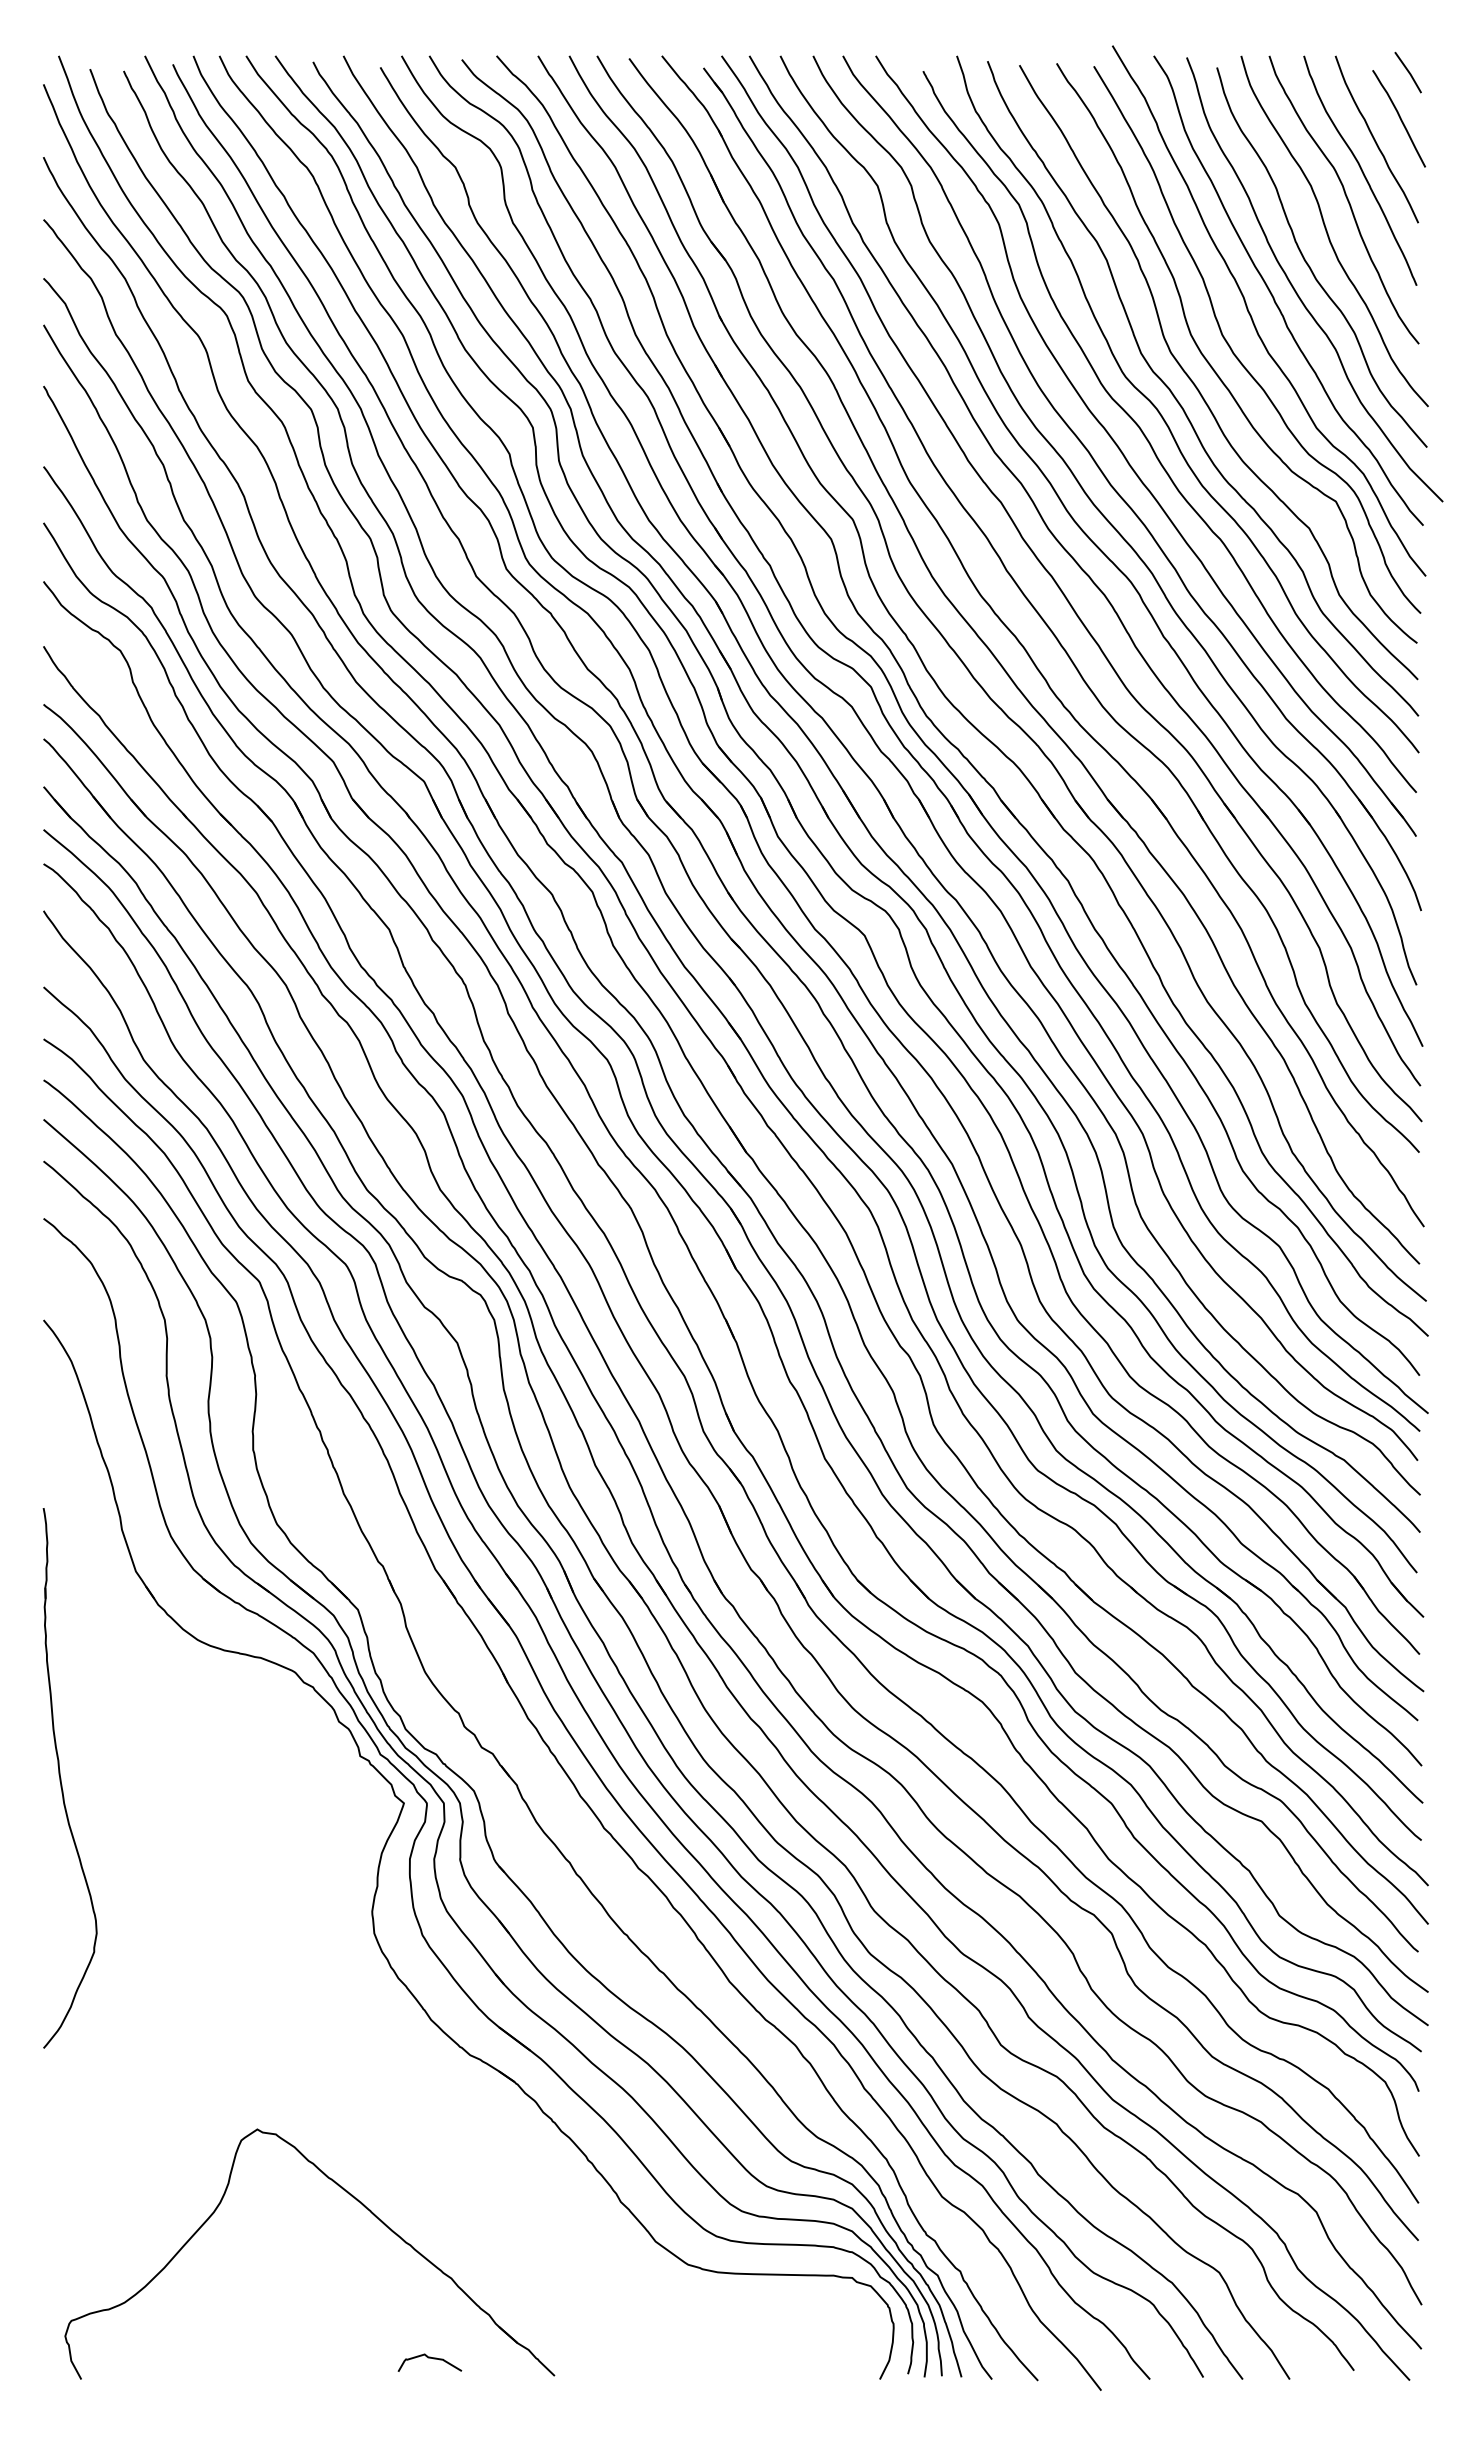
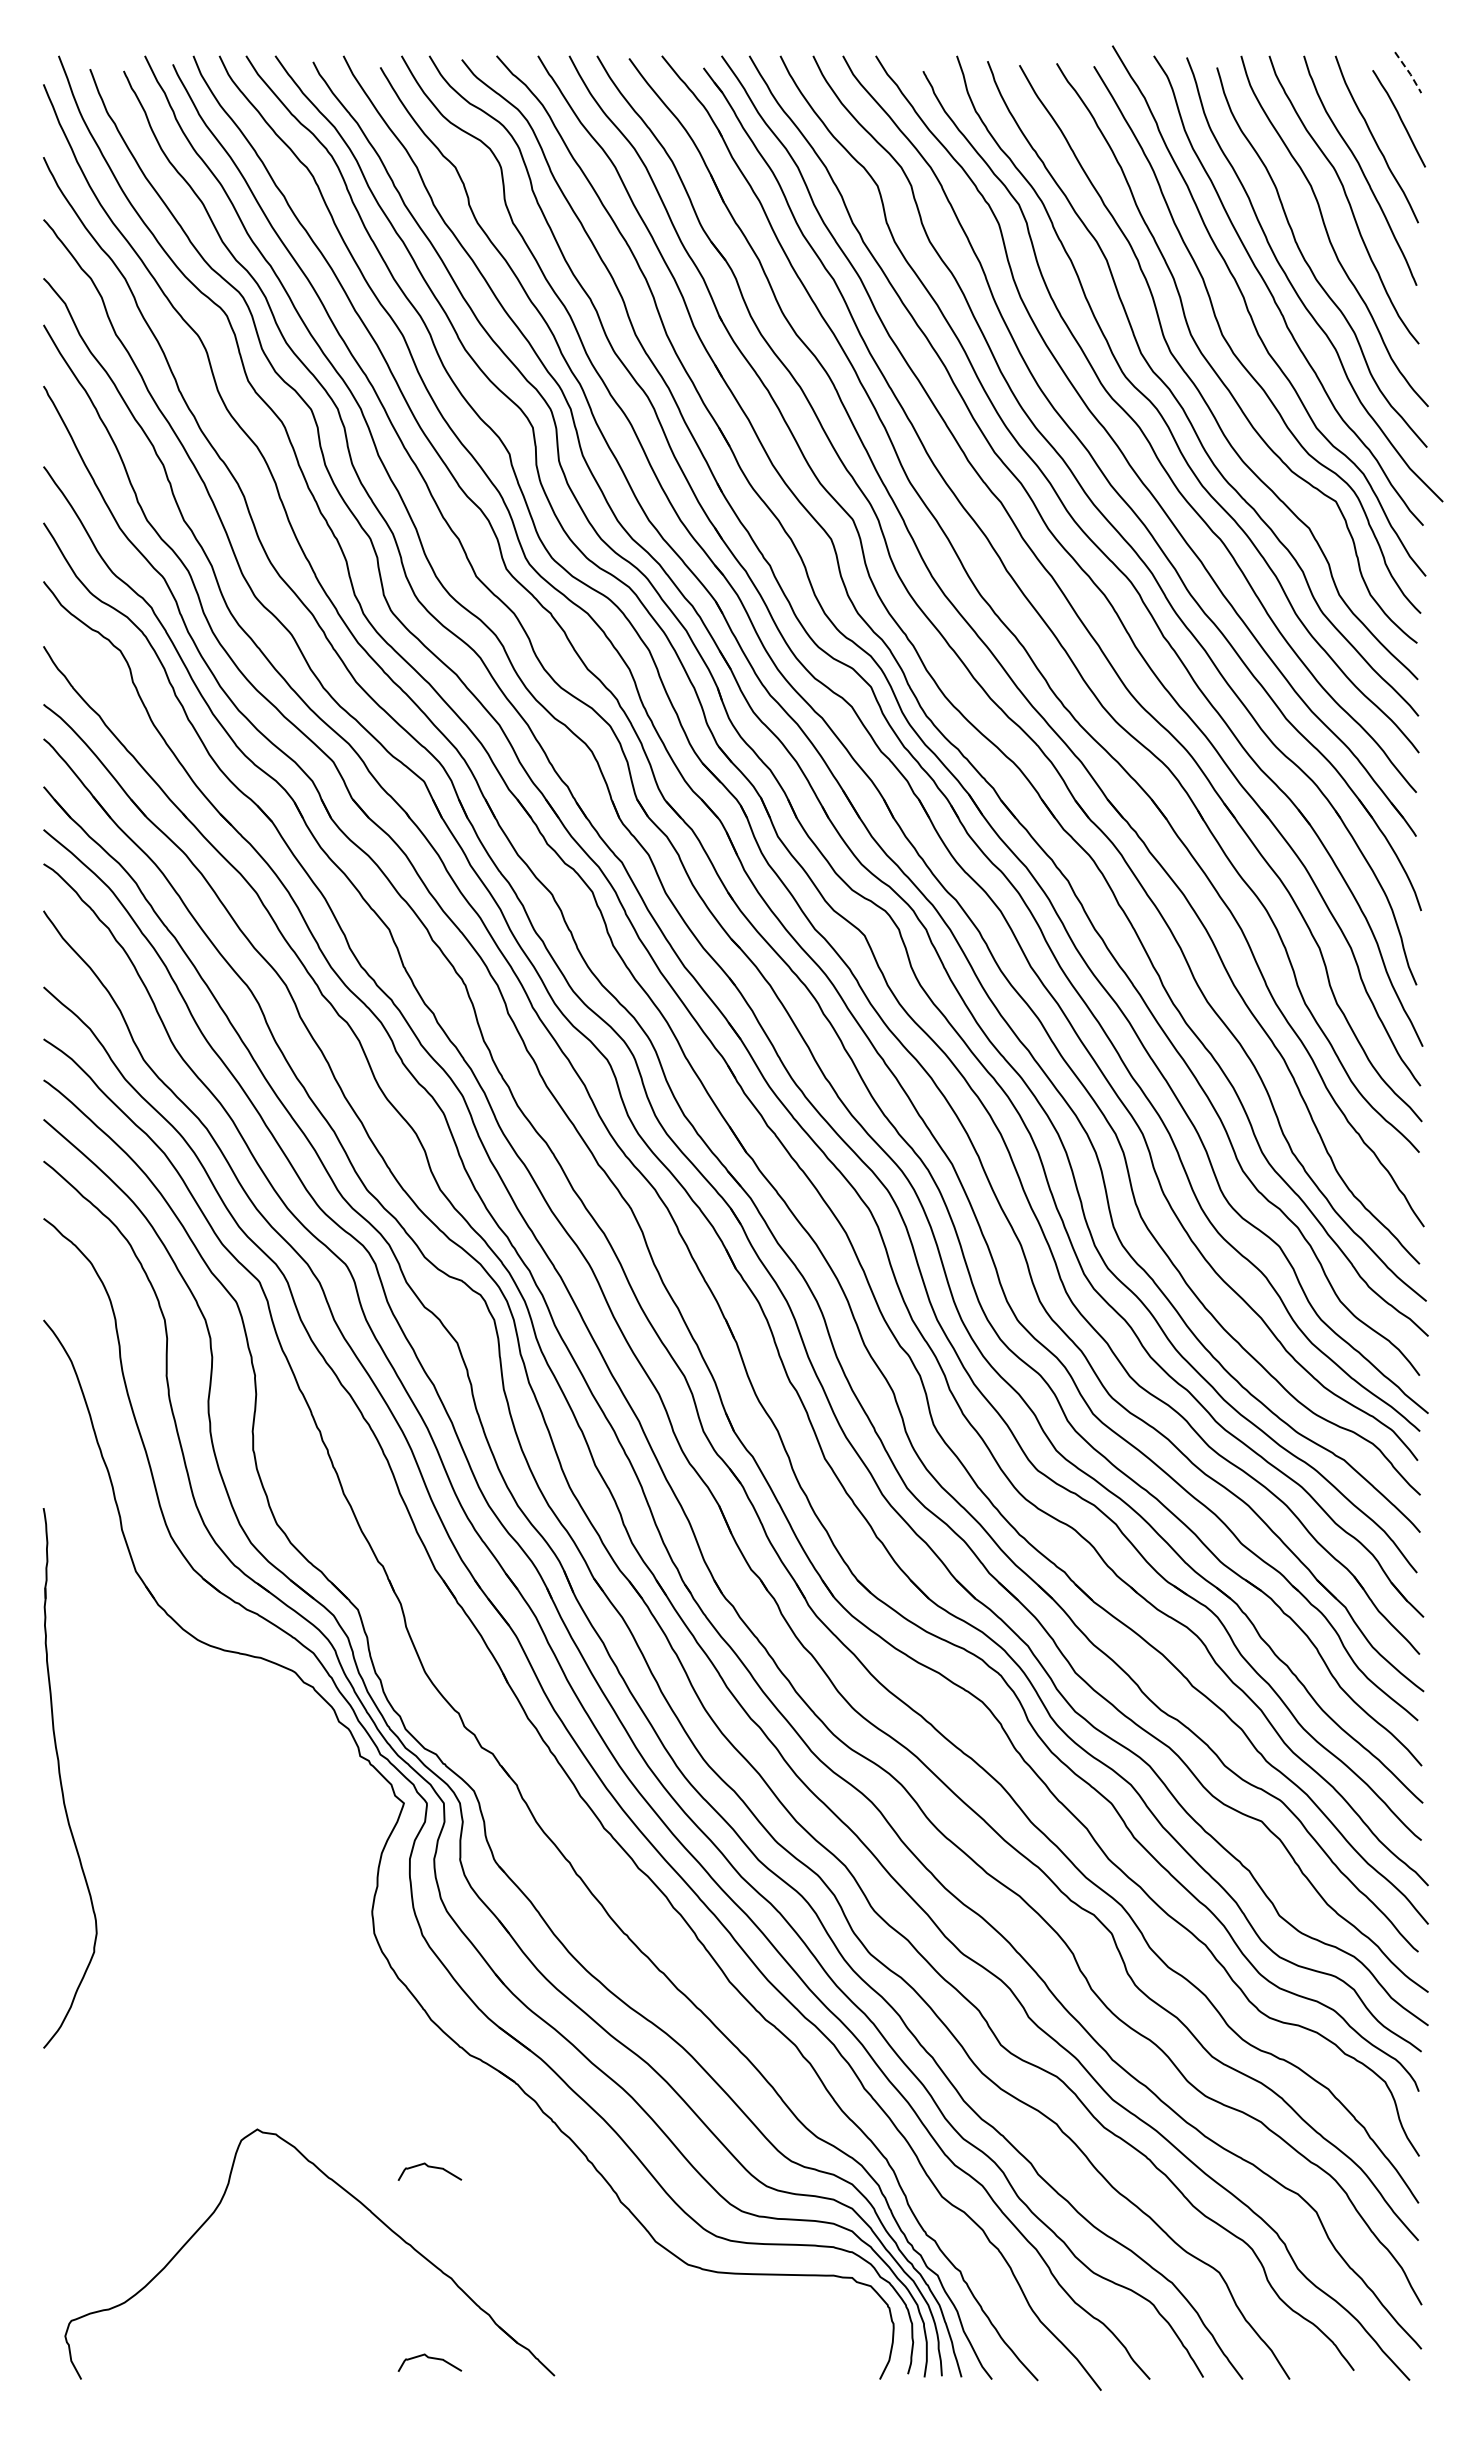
line at (1409, 72): solid -> dashed
curve at (429, 2167): none -> present
